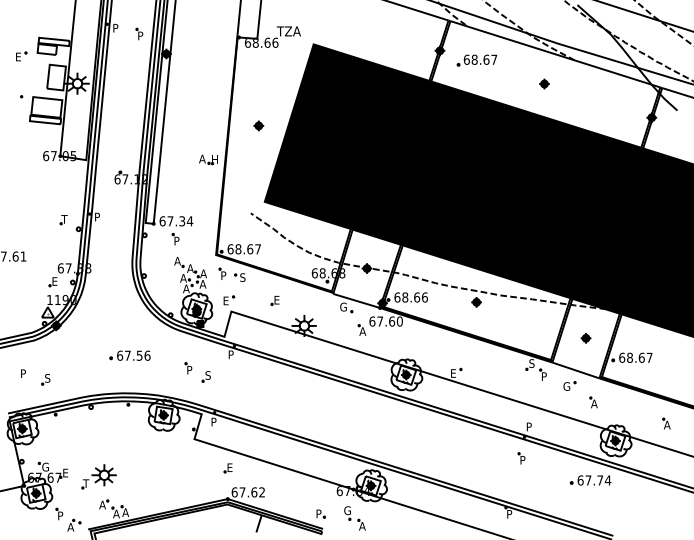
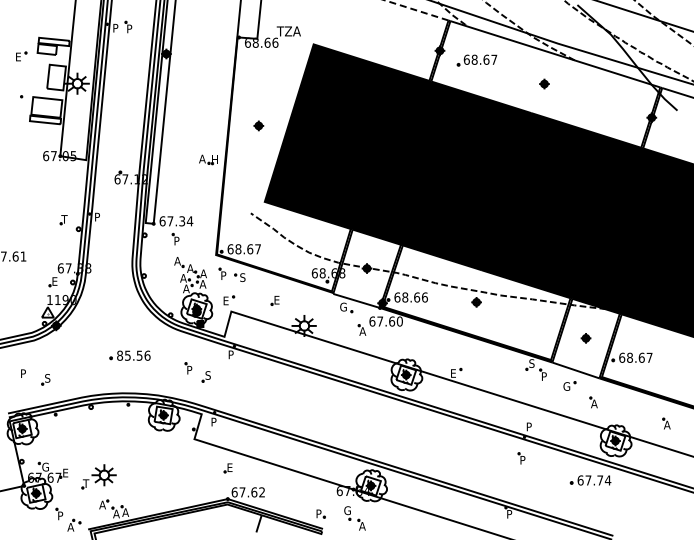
line at (416, 10): solid -> dashed
part at (139, 33) position: (139, 33) -> (128, 26)
text at (123, 355): 67.56 -> 85.56
